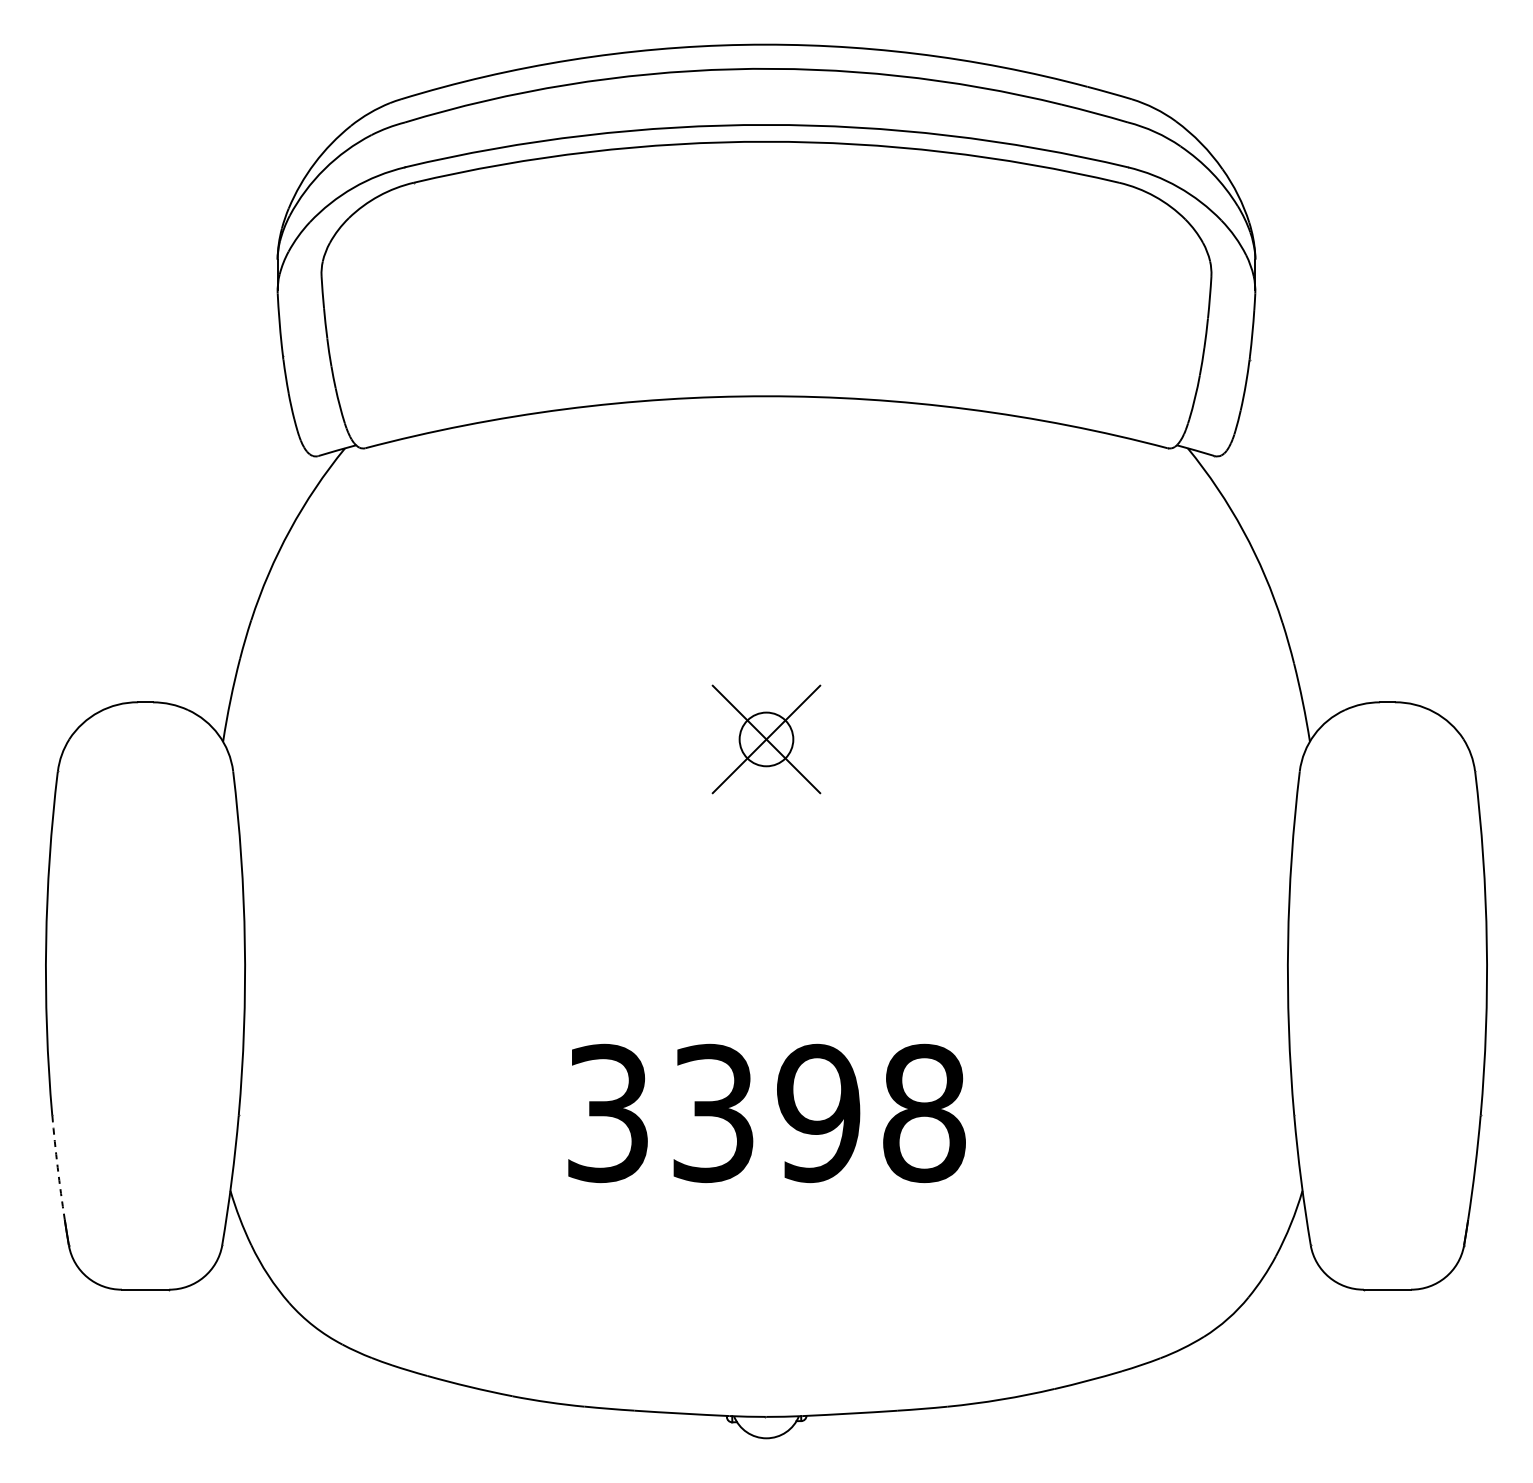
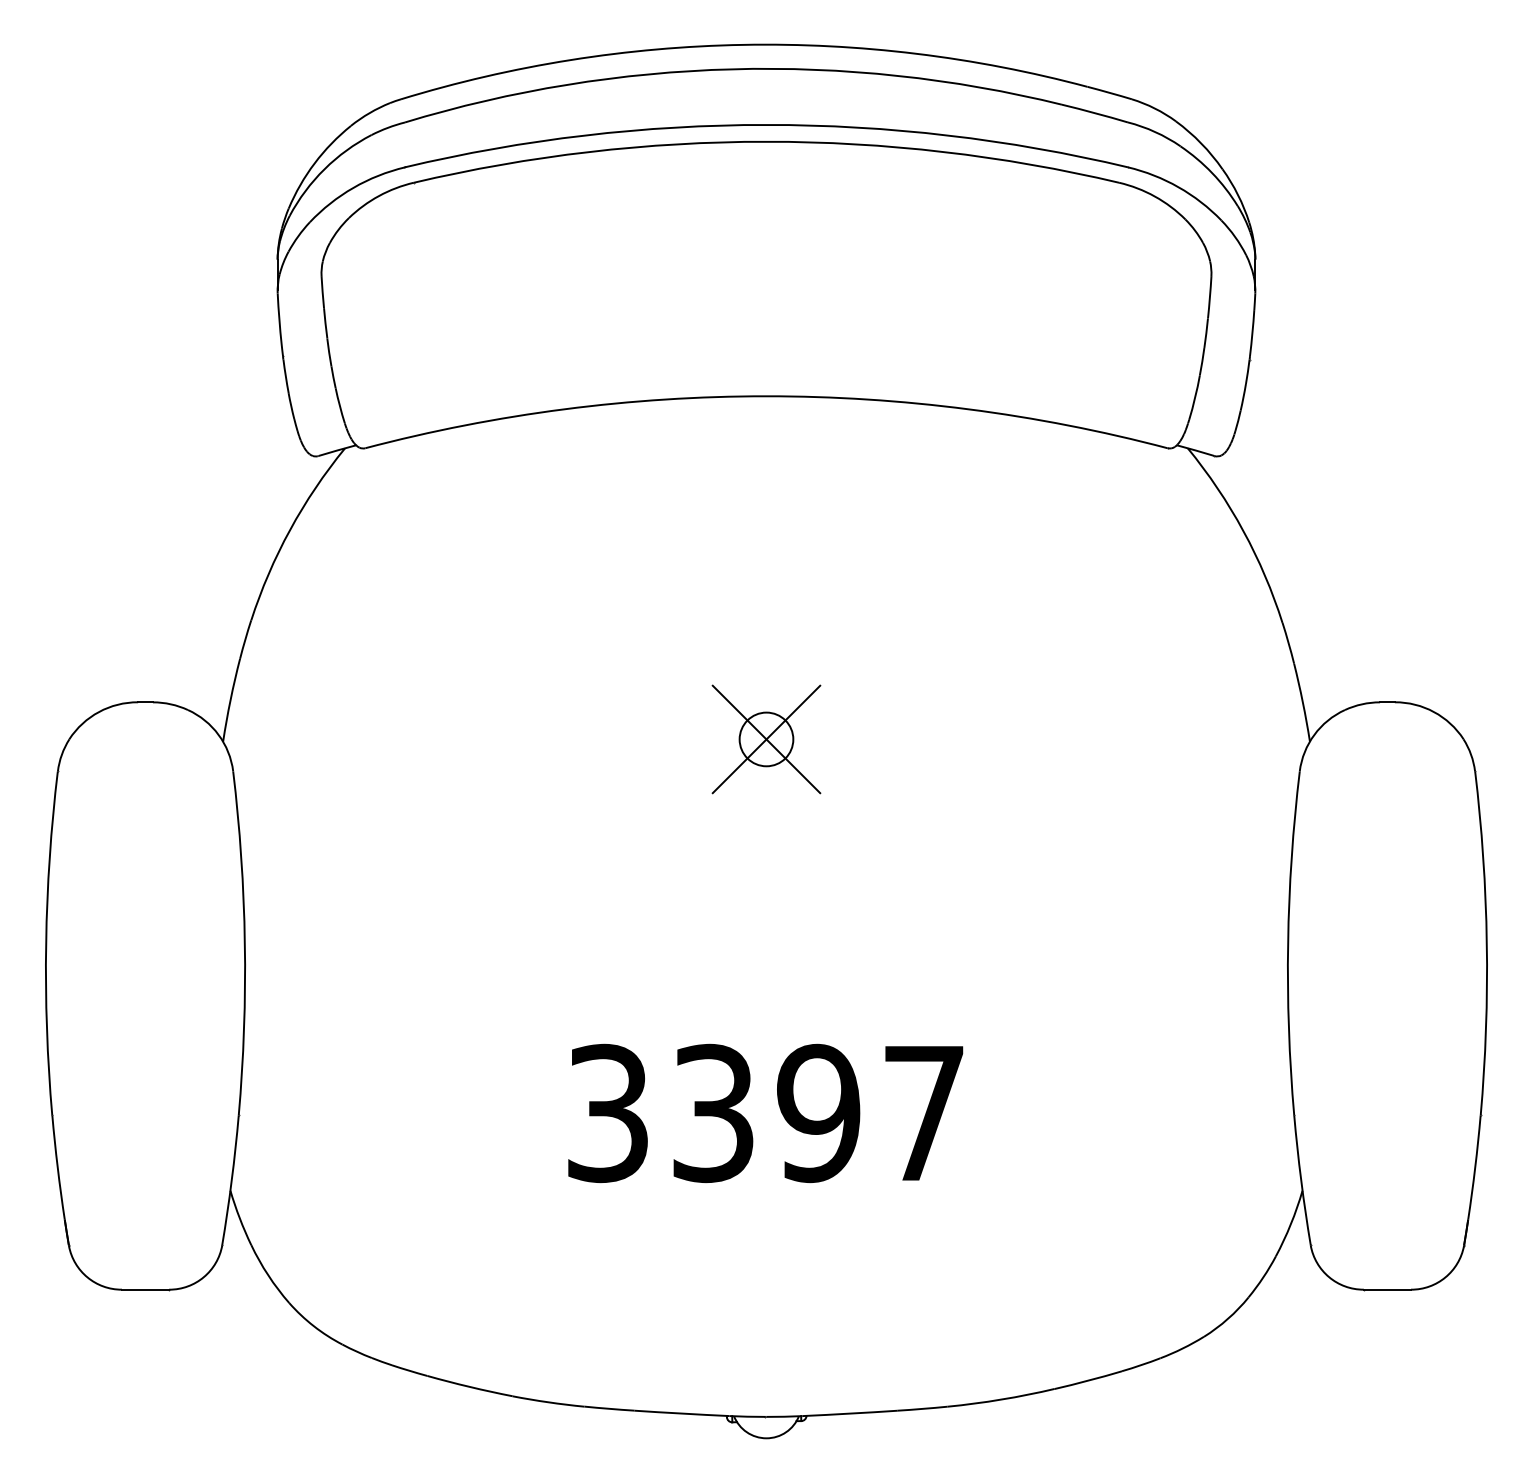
text at (924, 1113): 3398 -> 3397
arc at (57, 1167): dashed -> solid
